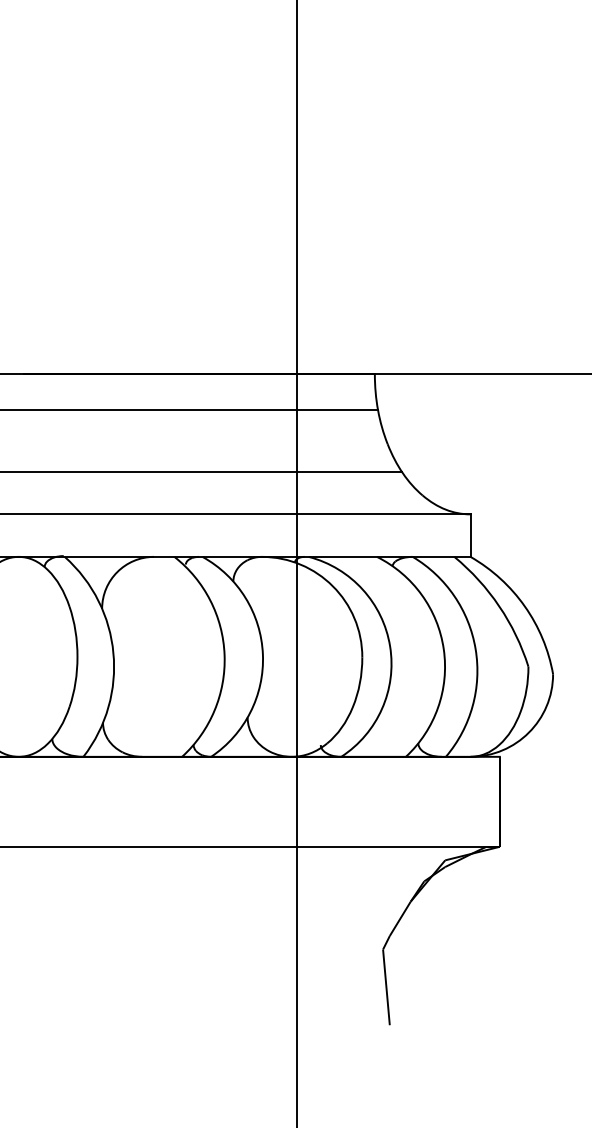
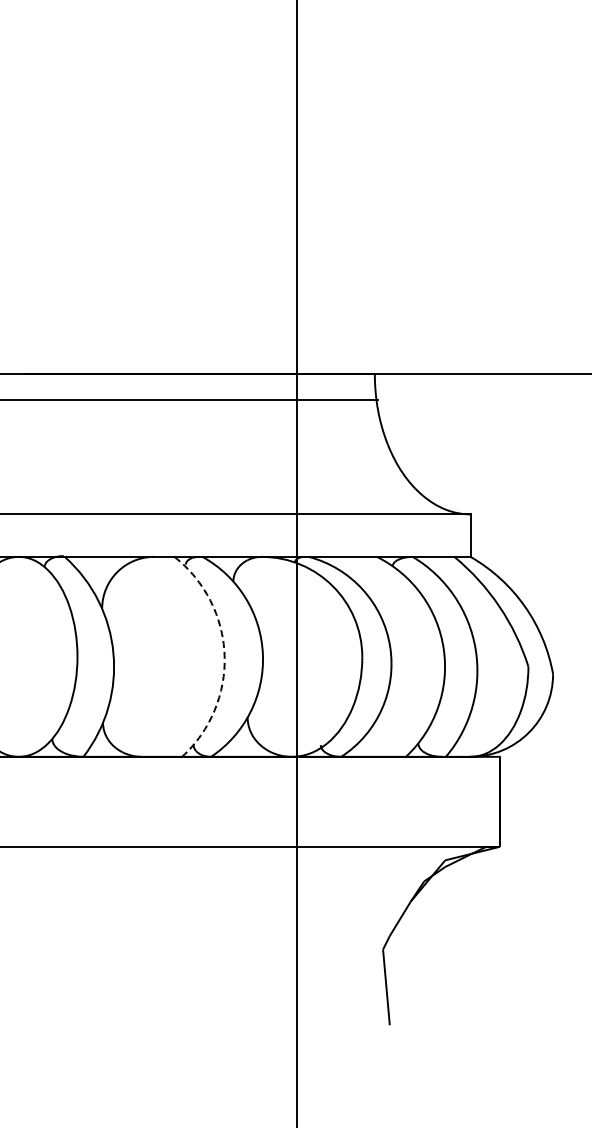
line at (189, 409) position: (189, 409) -> (189, 399)
line at (202, 472): present -> none
arc at (224, 655): solid -> dashed
